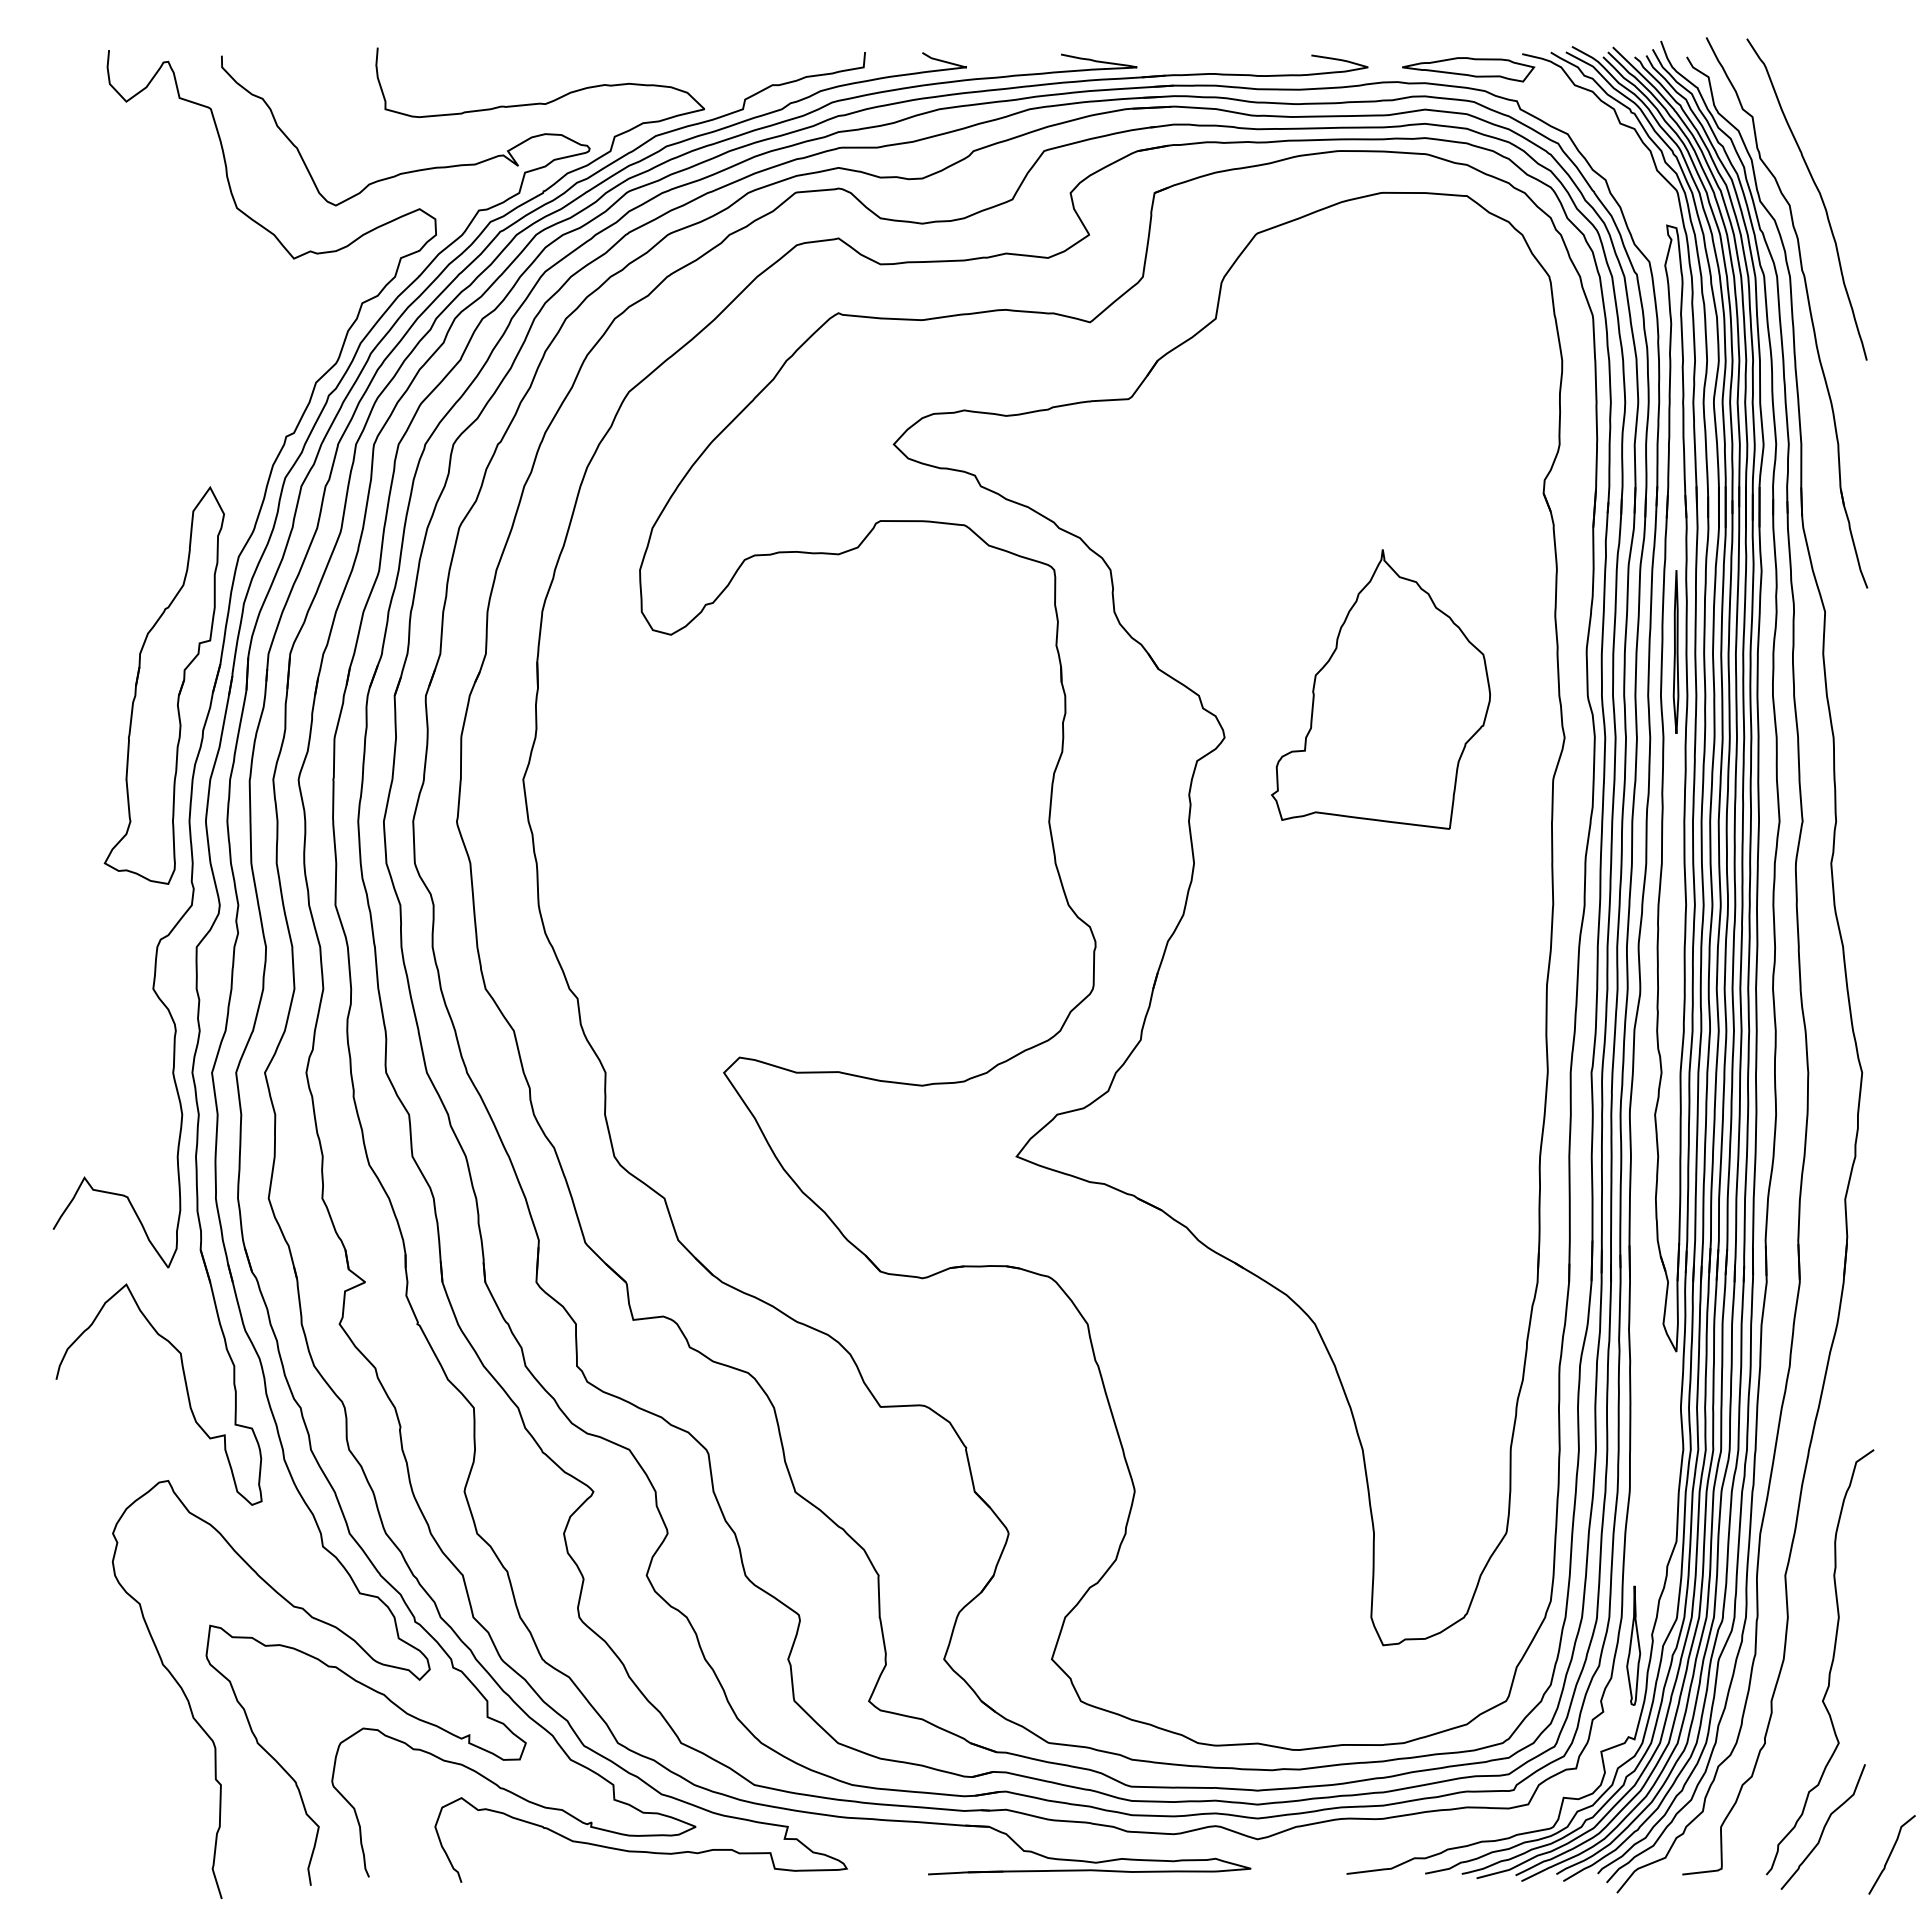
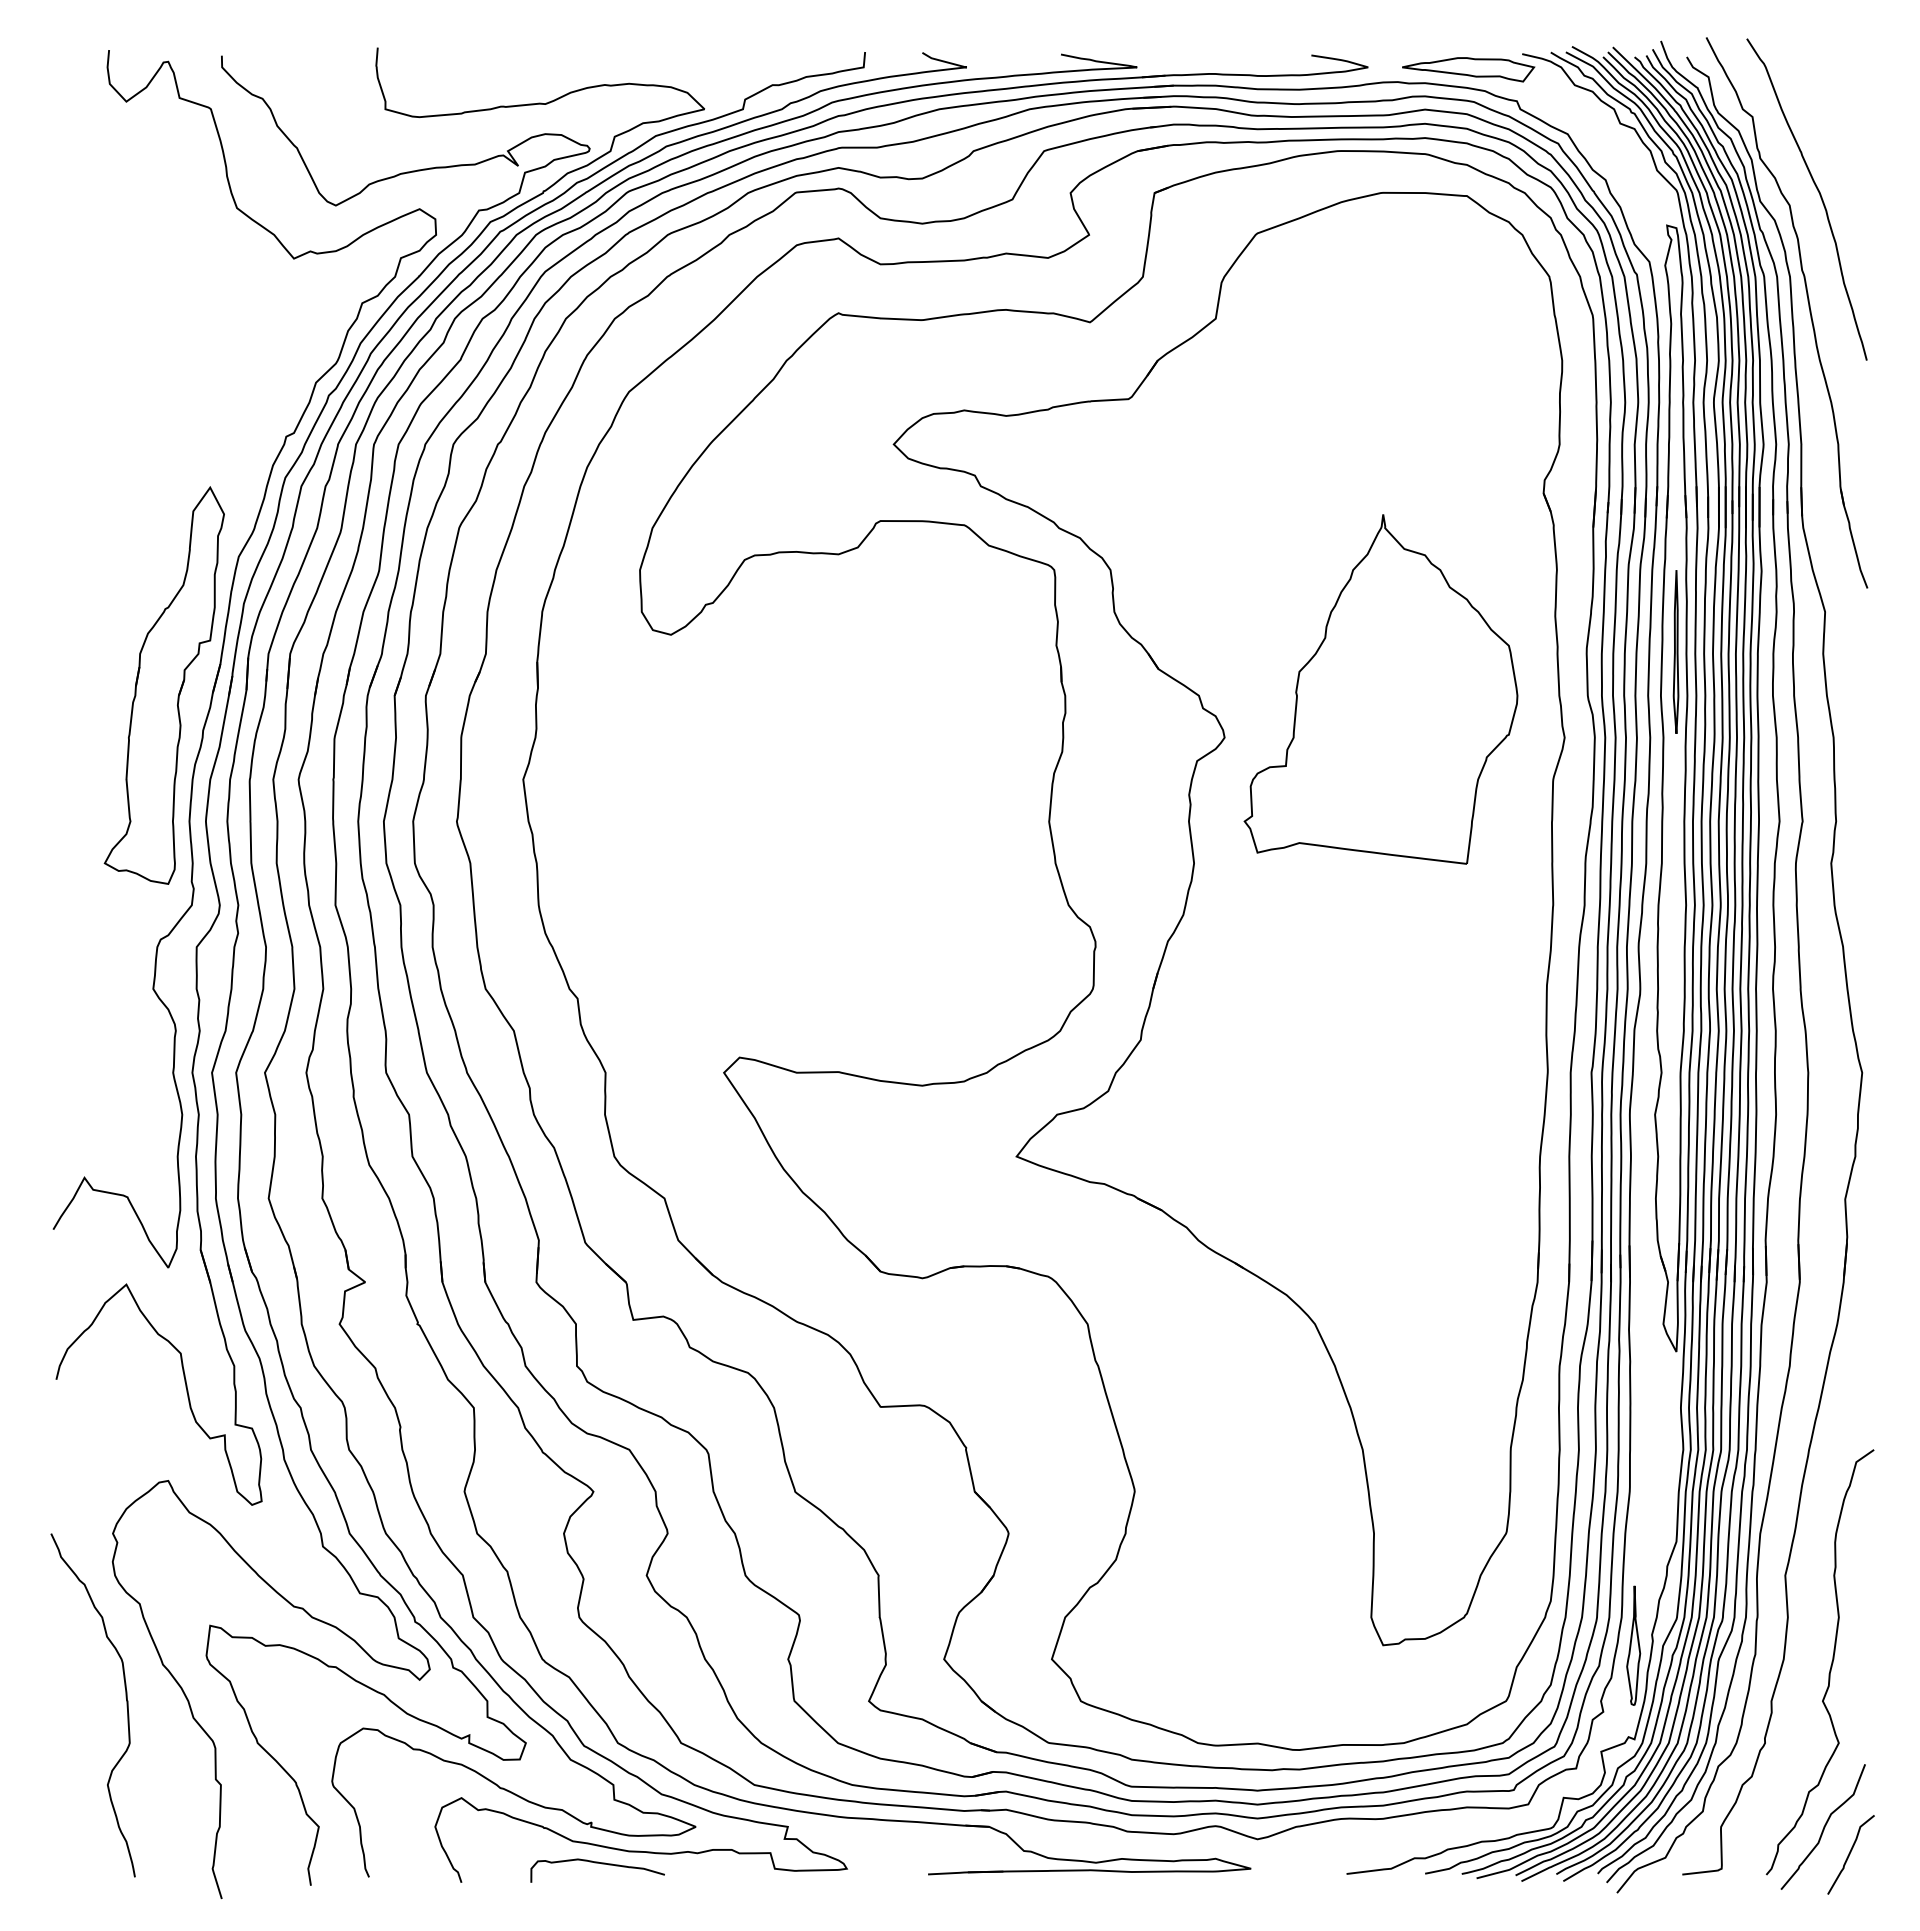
part at (1380, 689) size: 220x281 px -> 276x351 px
curve at (125, 1697): none -> present
curve at (1891, 1854) position: (1891, 1854) -> (1850, 1854)
curve at (597, 1863): none -> present
